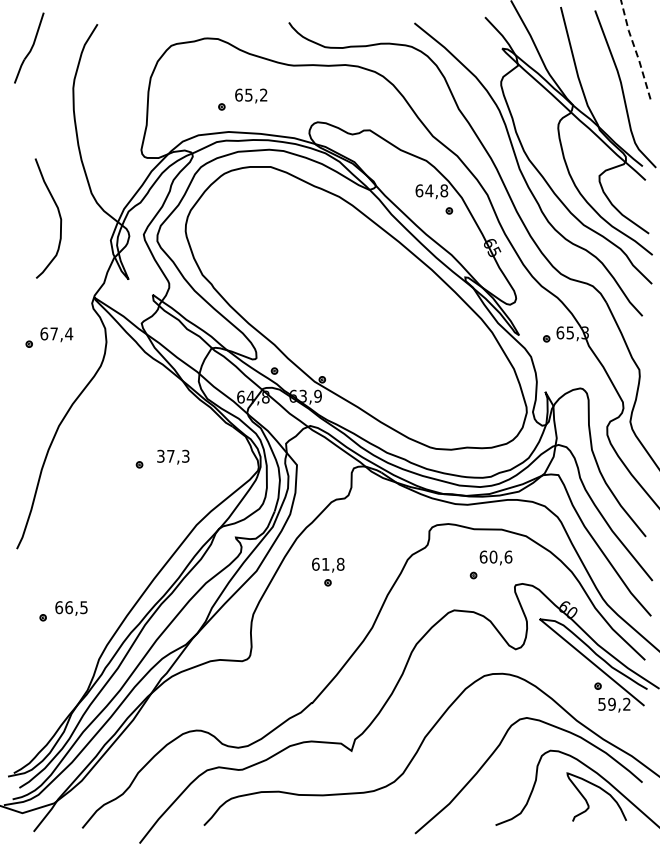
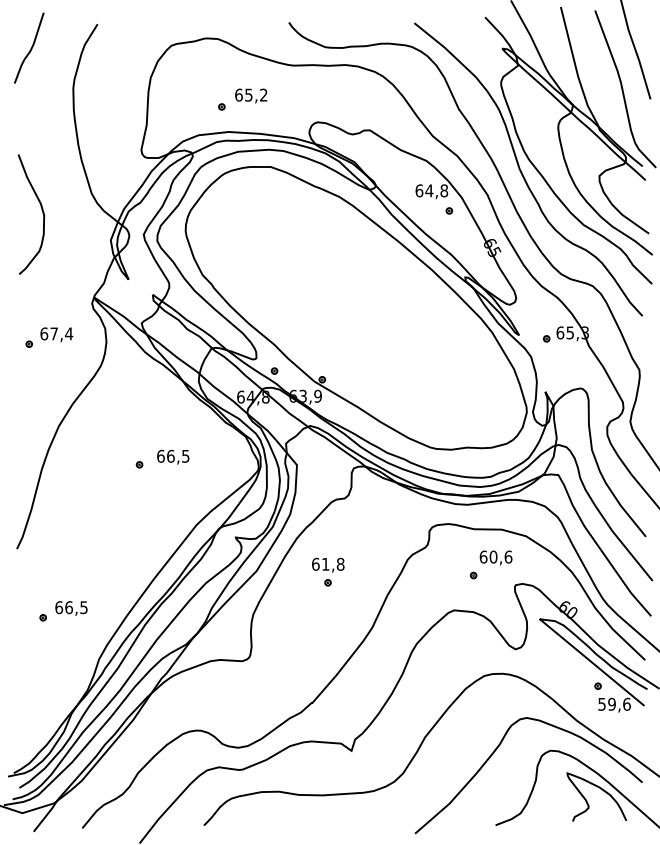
line at (635, 49): dashed -> solid
curve at (58, 214) position: (58, 214) -> (41, 210)
text at (173, 455): 37,3 -> 66,5
text at (626, 703): 59,2 -> 59,6
